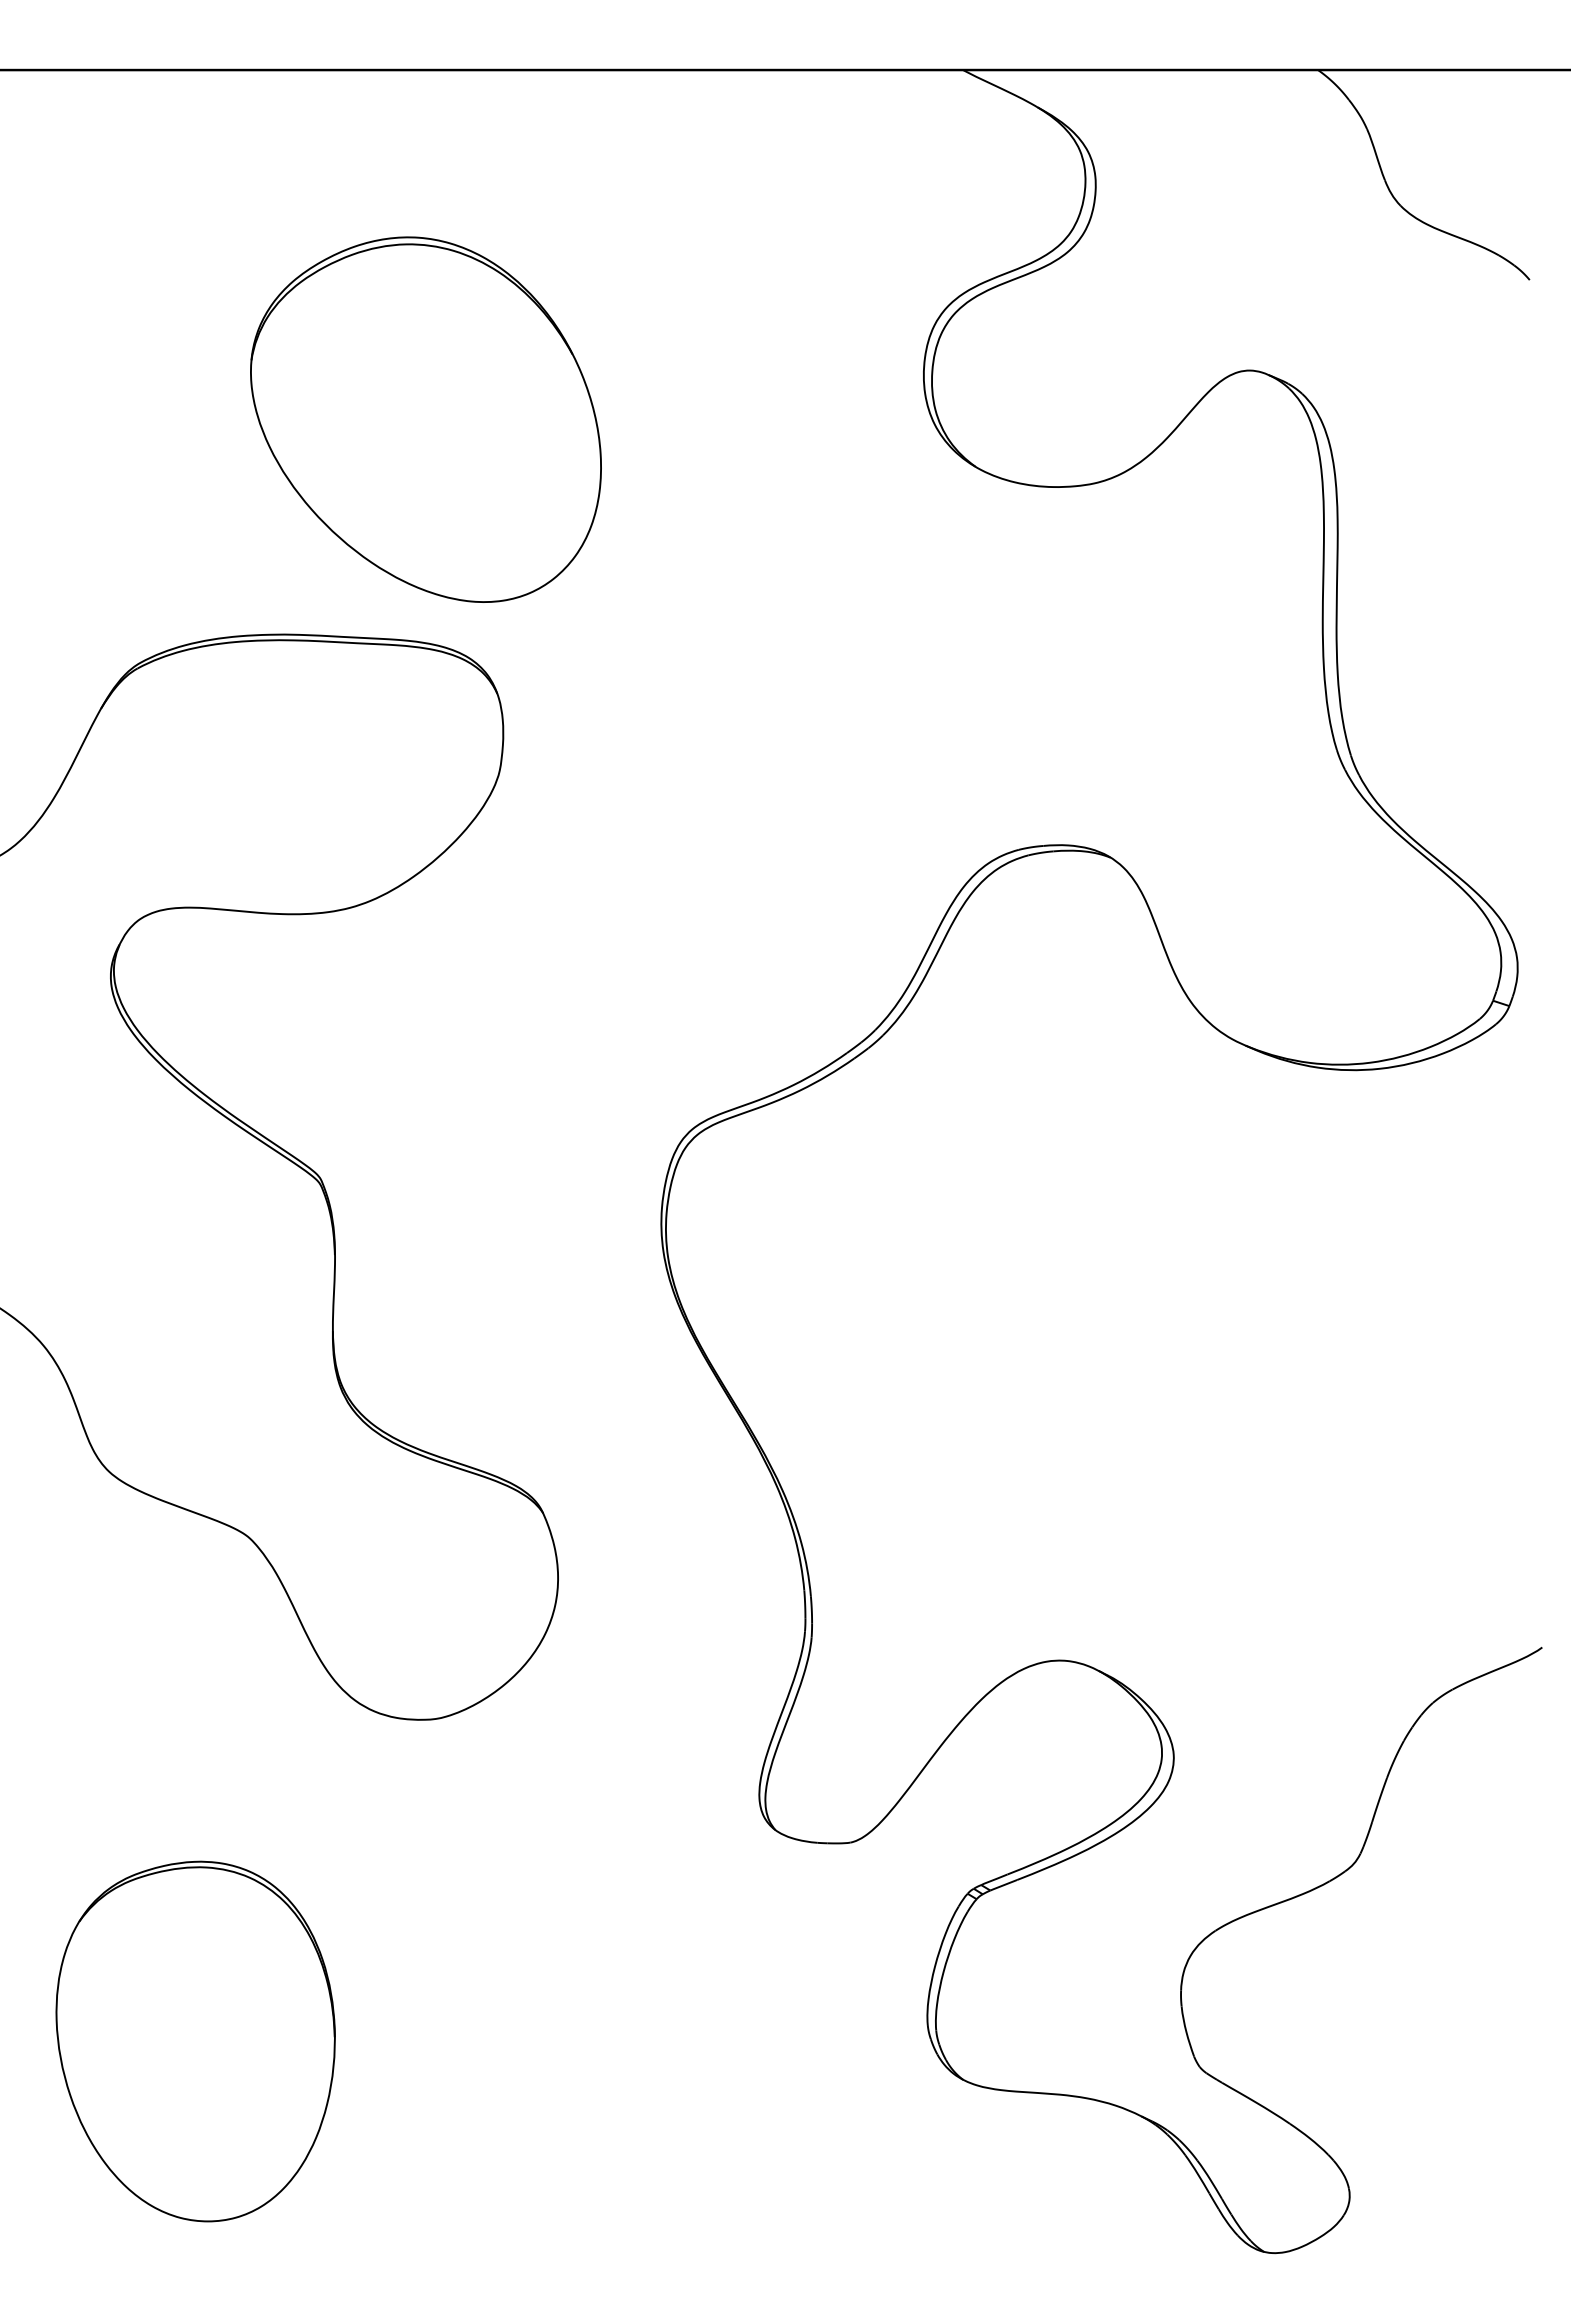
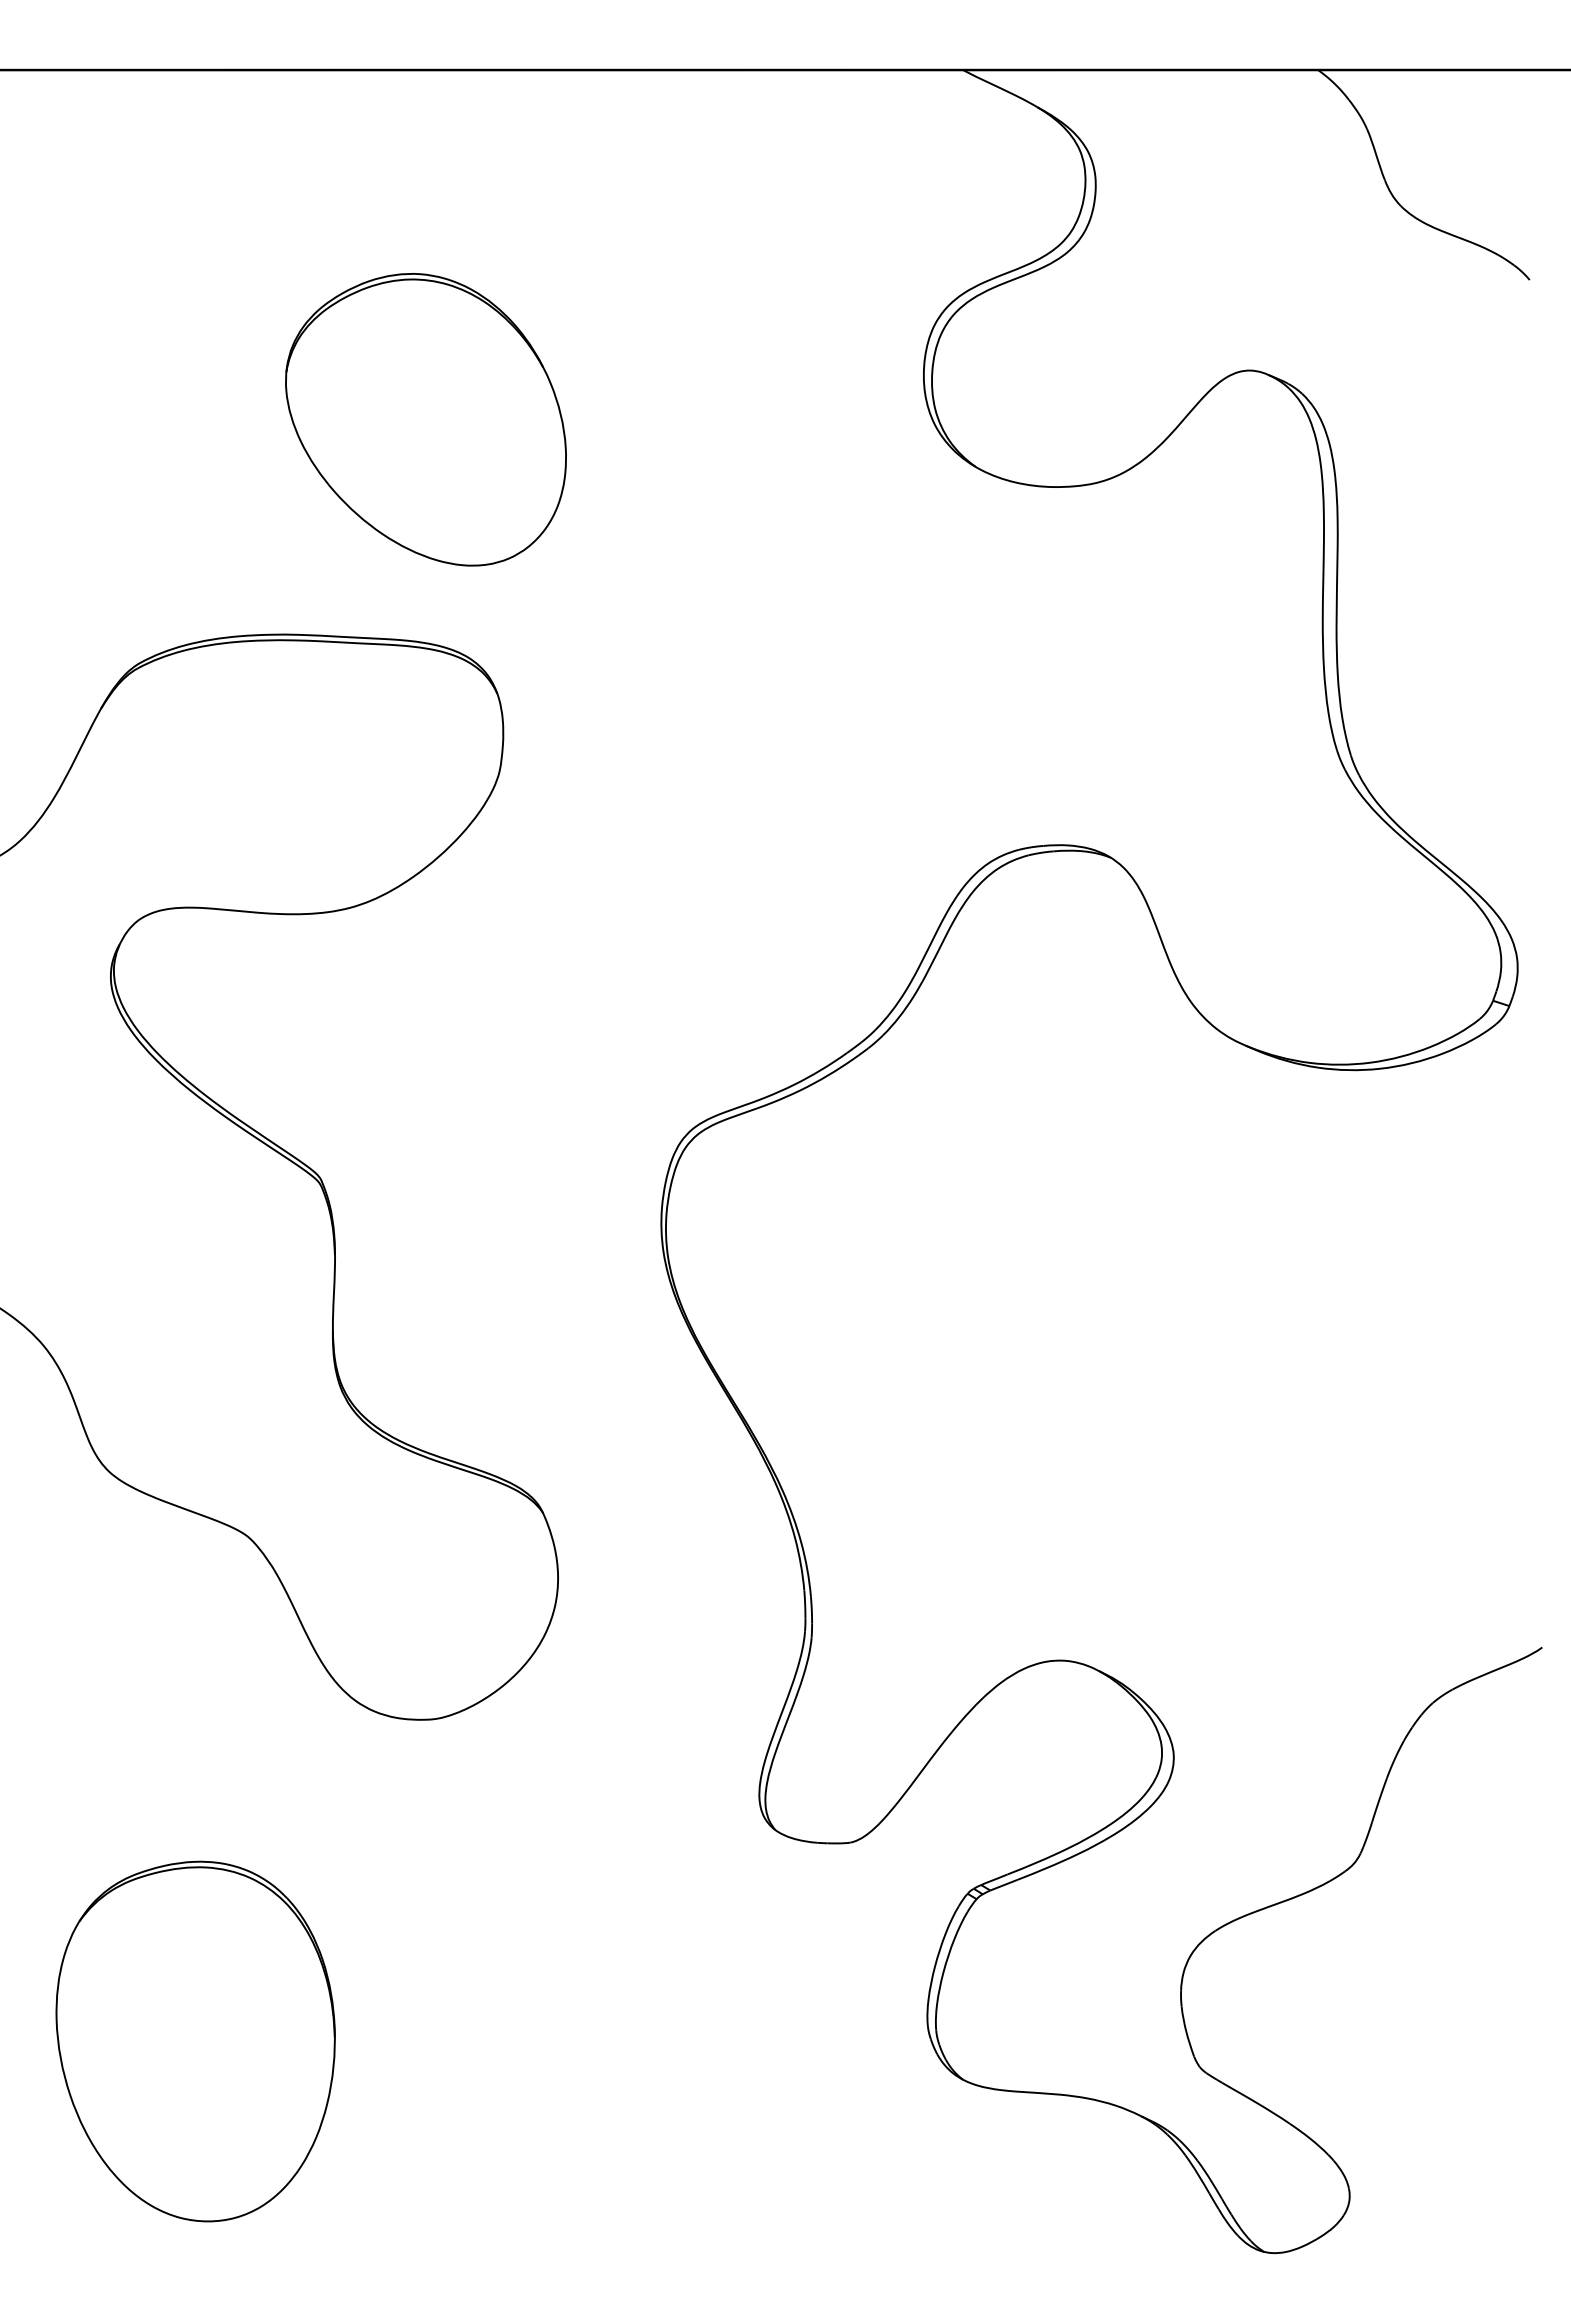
part at (425, 419) size: 352x367 px -> 282x294 px
